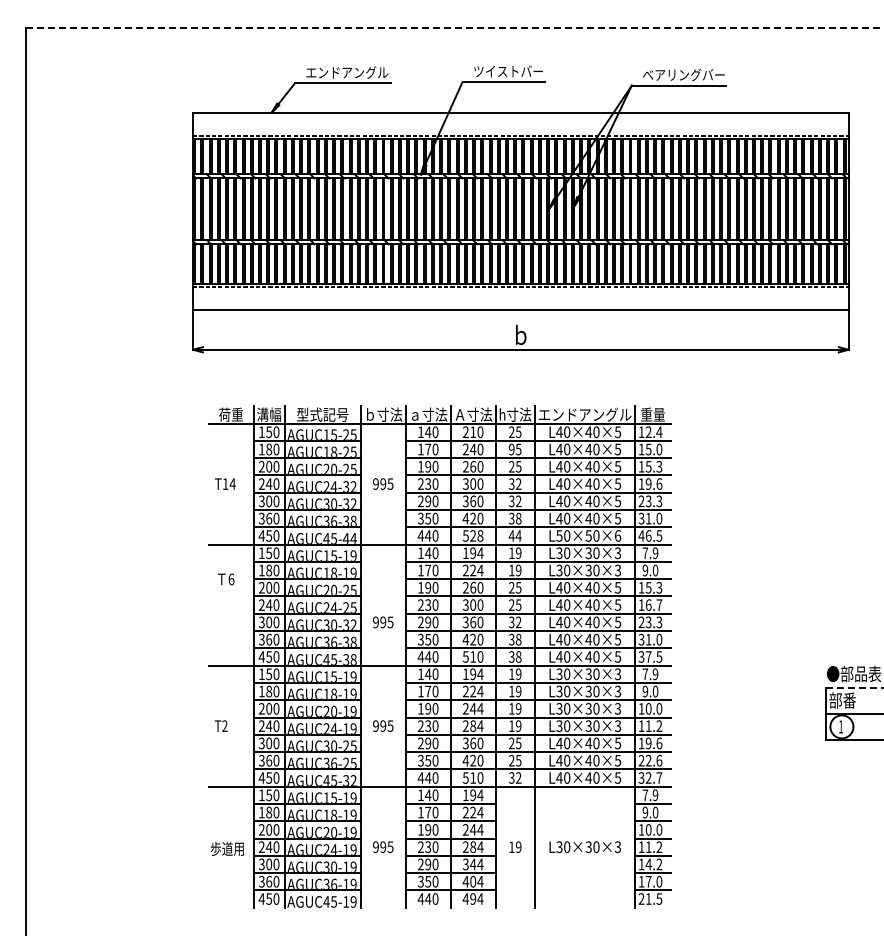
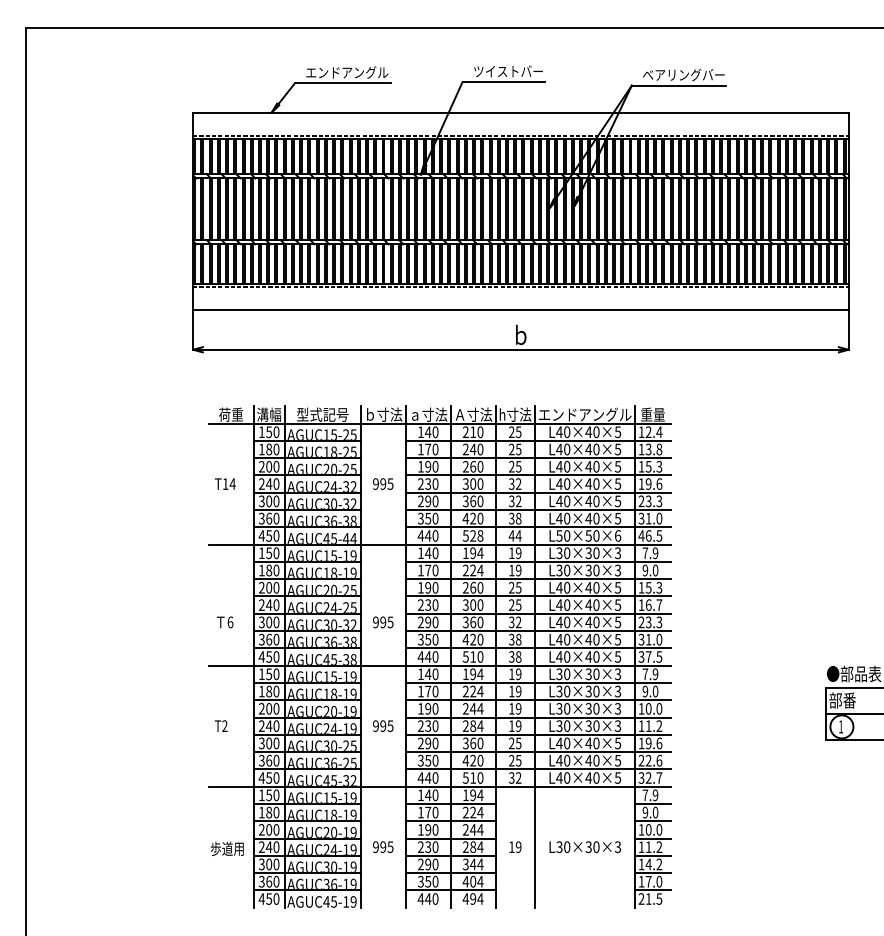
line at (455, 28): dashed -> solid
text at (511, 449): 95 -> 25
text at (654, 449): 15.0 -> 13.8
text at (225, 579) position: (225, 579) -> (224, 622)
line at (855, 687): dashed -> solid
